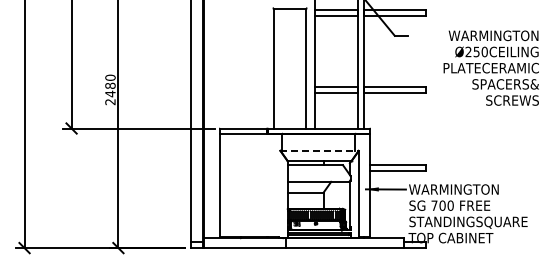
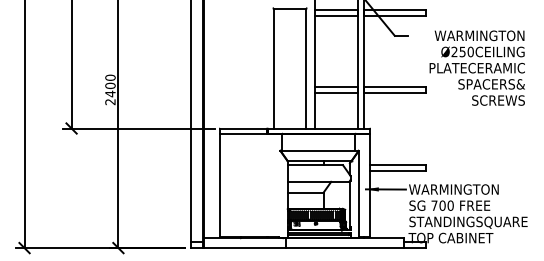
text at (490, 67) position: (490, 67) -> (476, 67)
text at (110, 85): 2480 -> 2400
line at (319, 150): dashed -> solid
